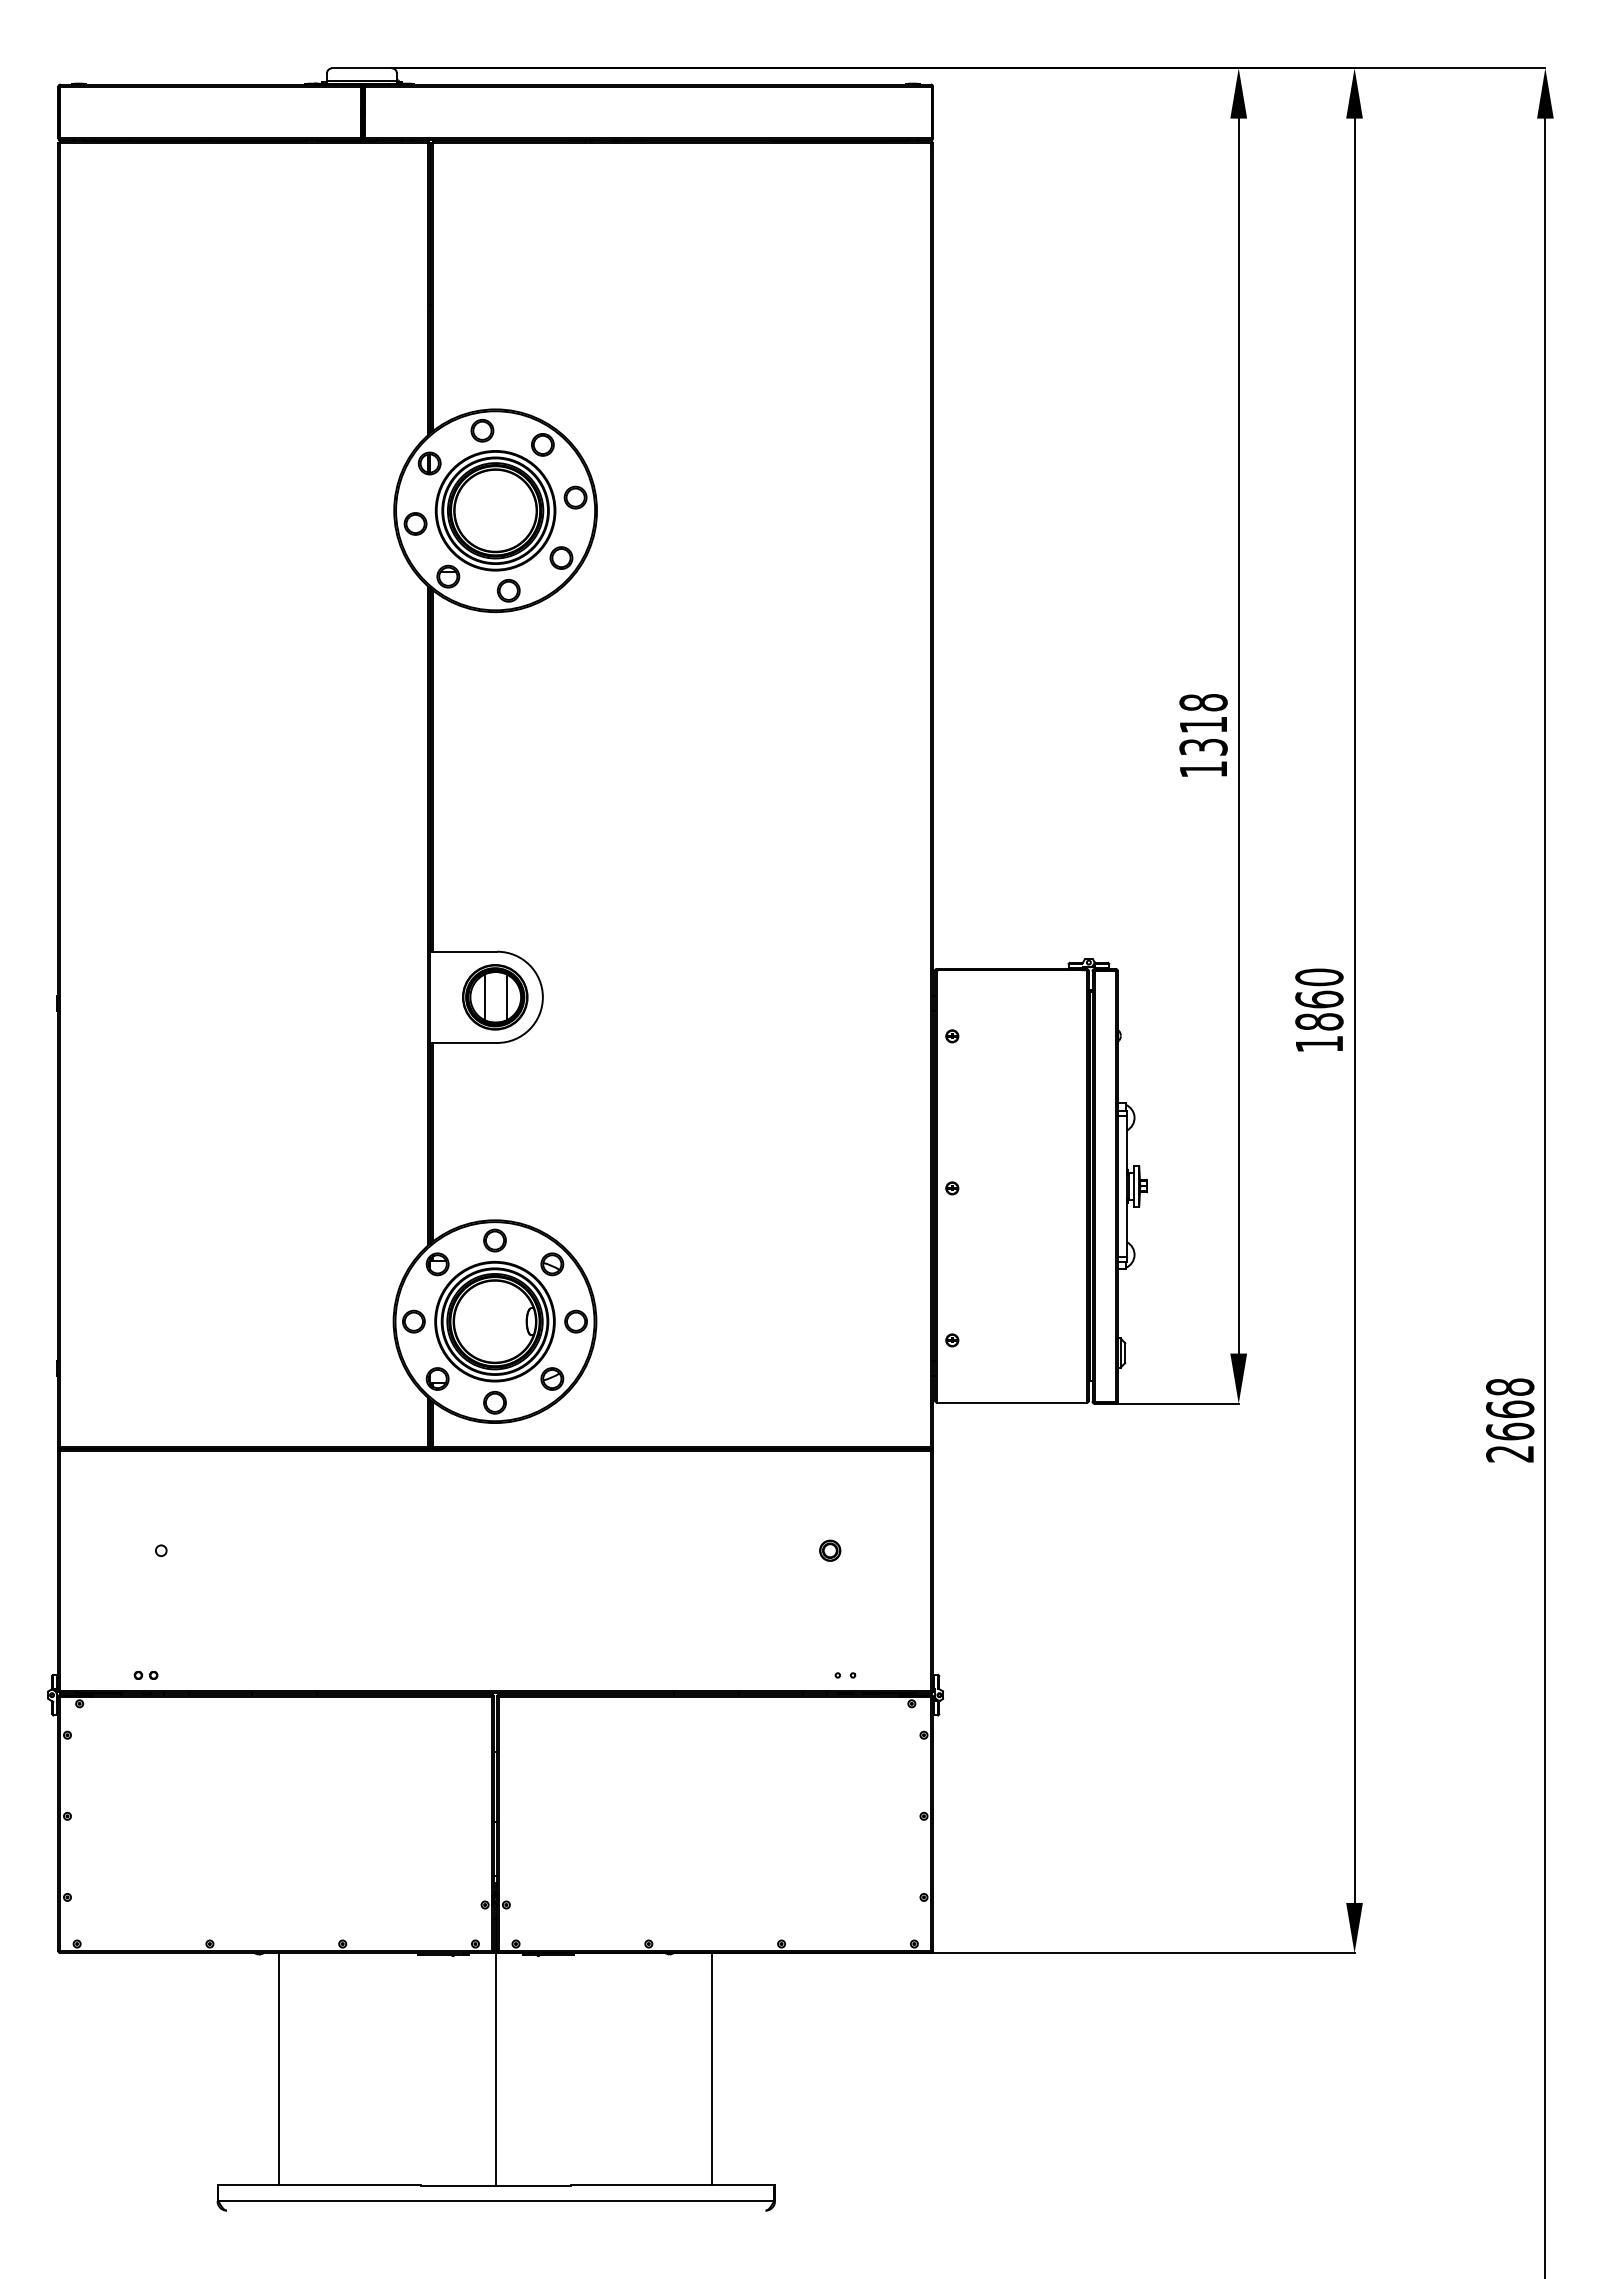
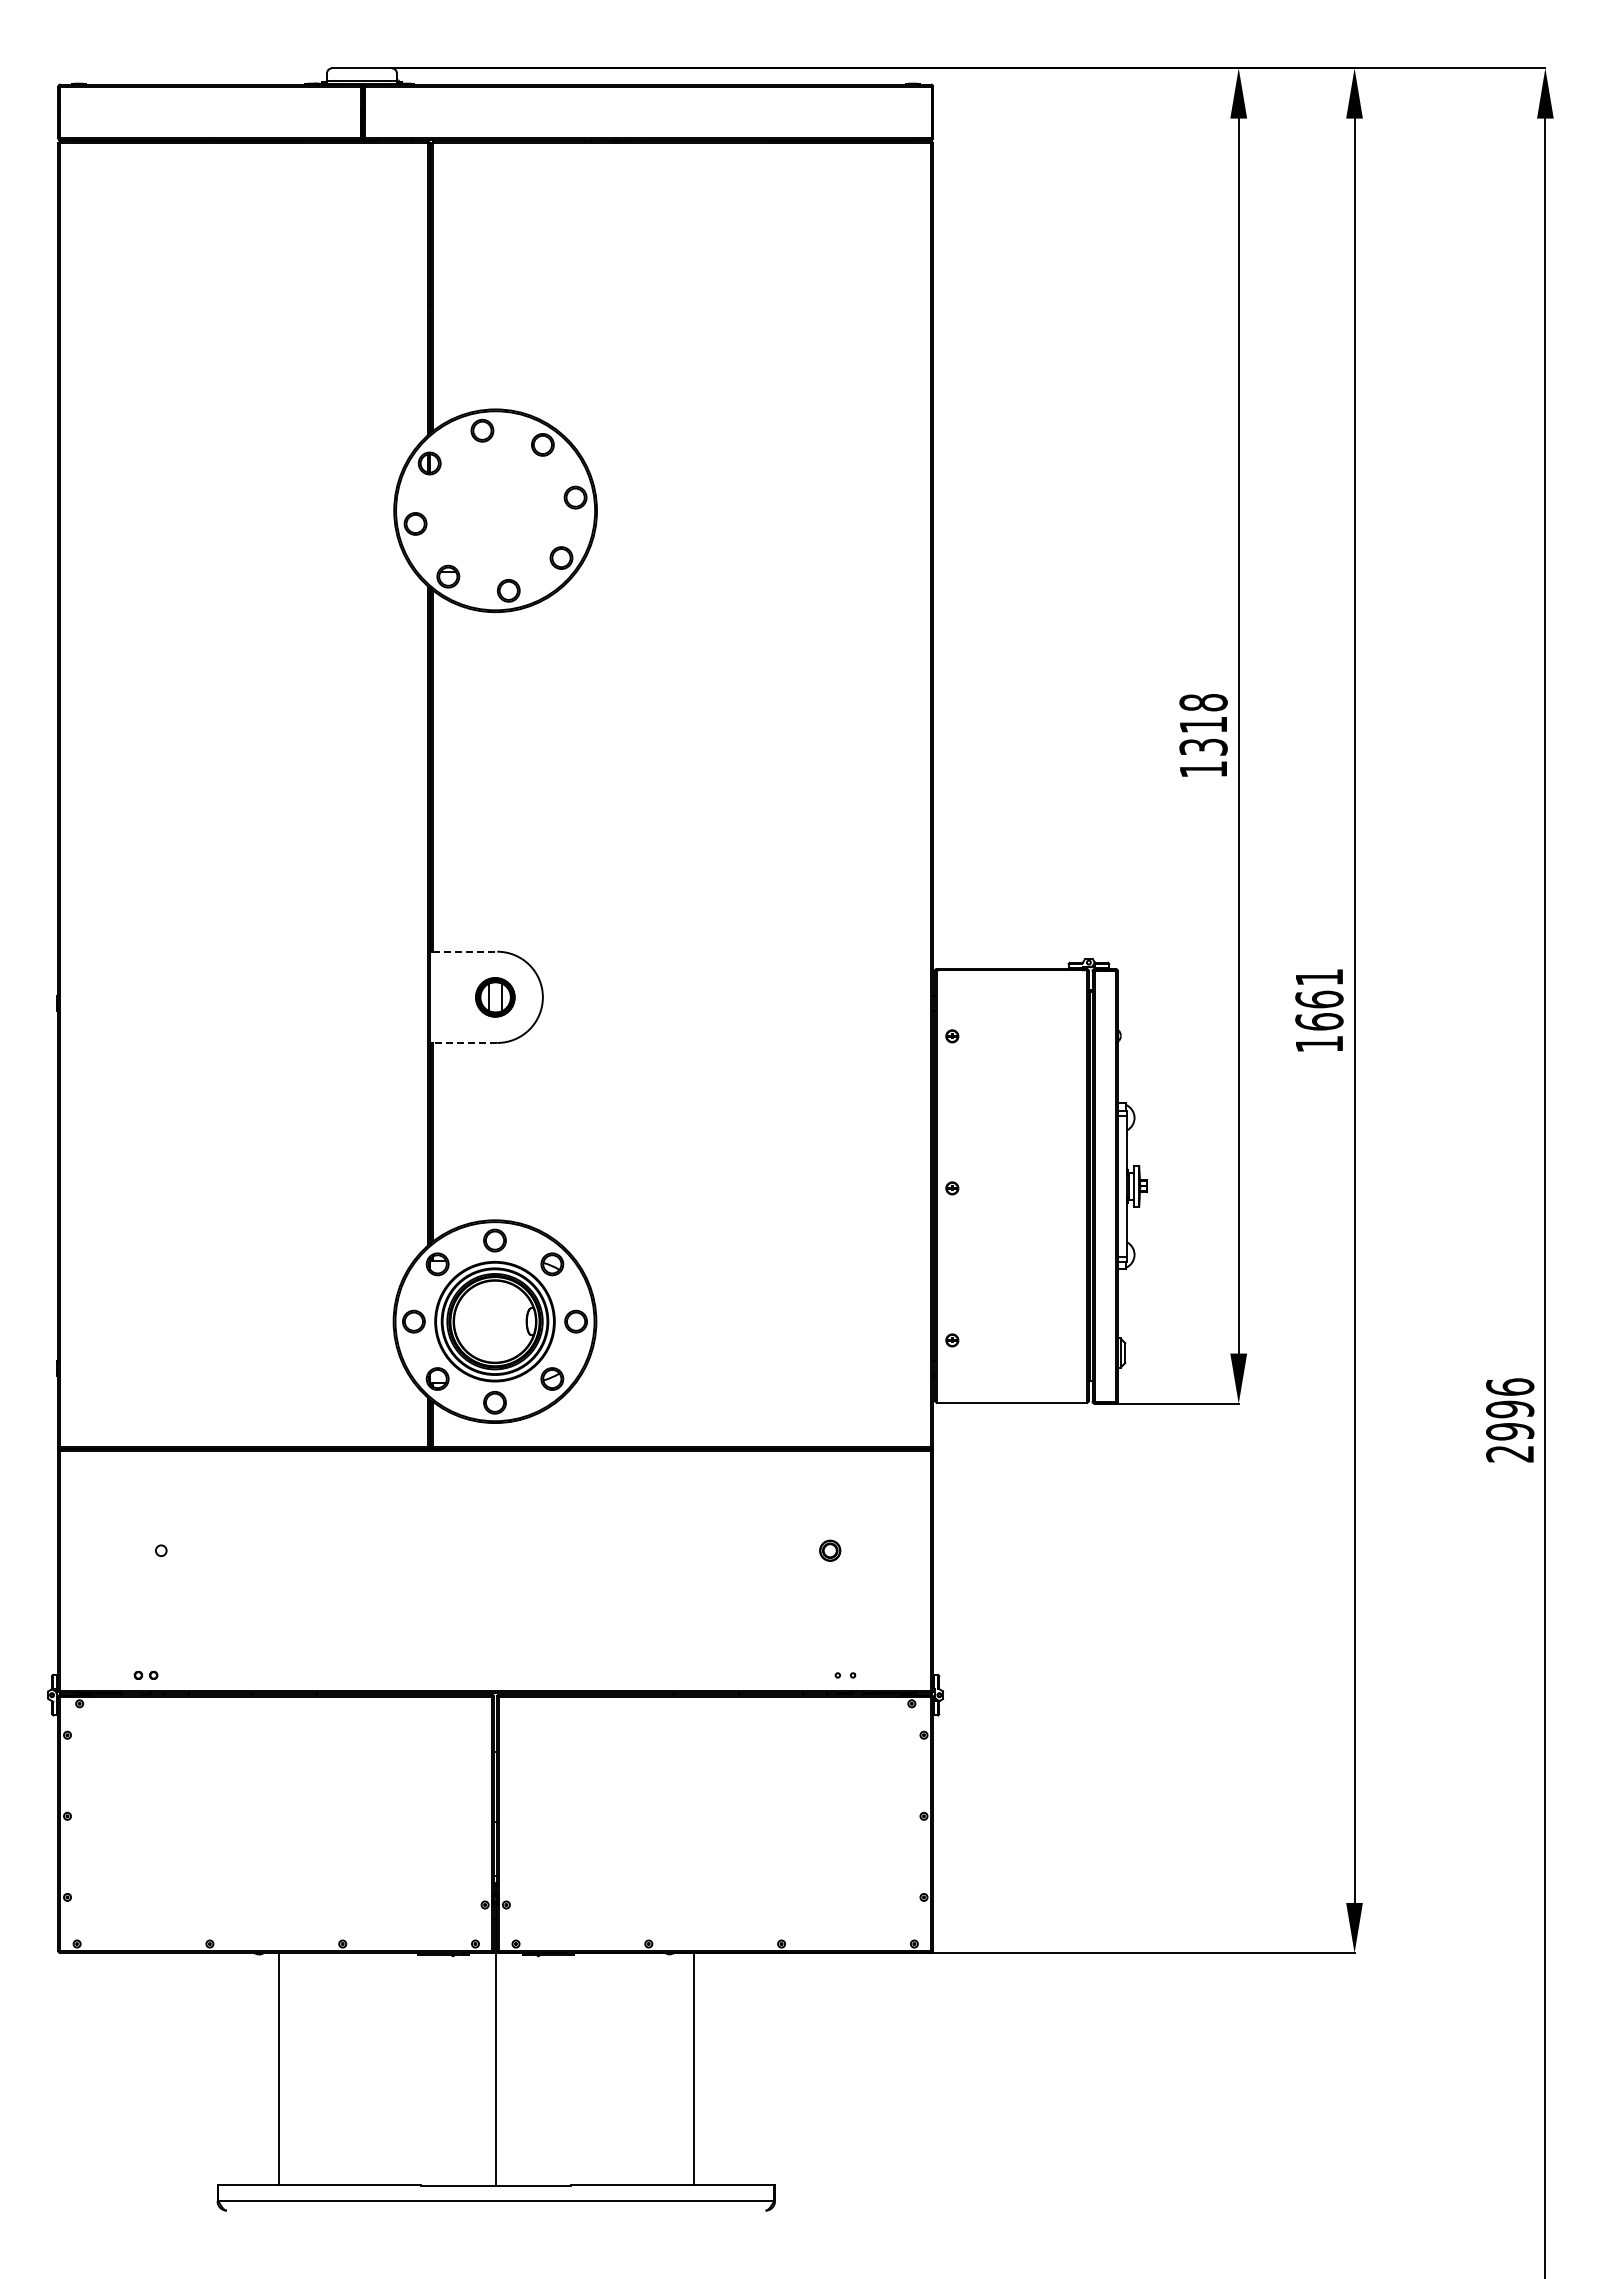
part at (495, 510): present -> none
line at (465, 951): solid -> dashed
part at (495, 997) size: 67x67 px -> 41x41 px
text at (1319, 999): 1860 -> 1661
line at (465, 1042): solid -> dashed
text at (1510, 1409): 2668 -> 2996
line at (712, 2069) position: (712, 2069) -> (694, 2069)
